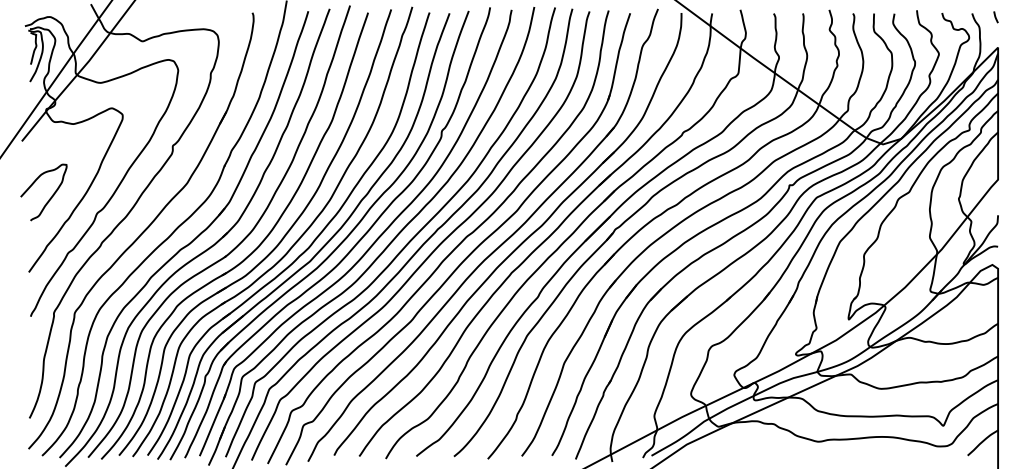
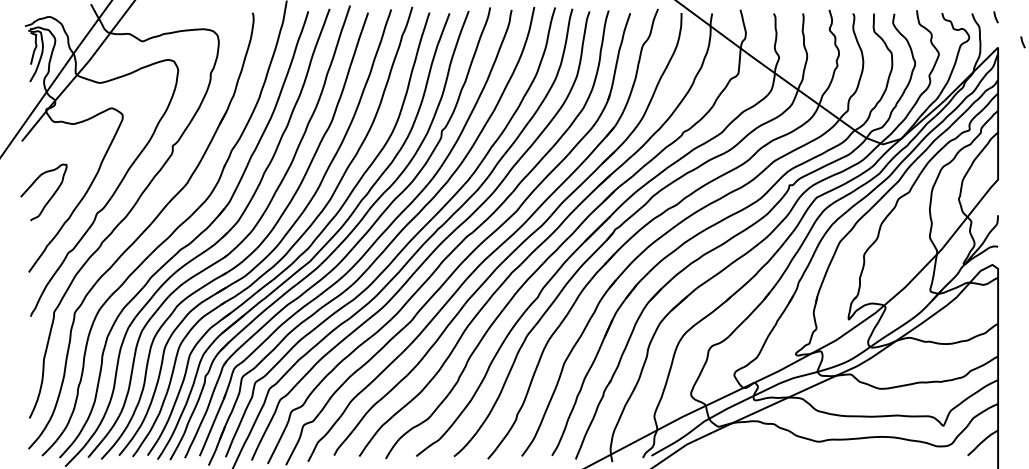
line at (1022, 42): none -> present
